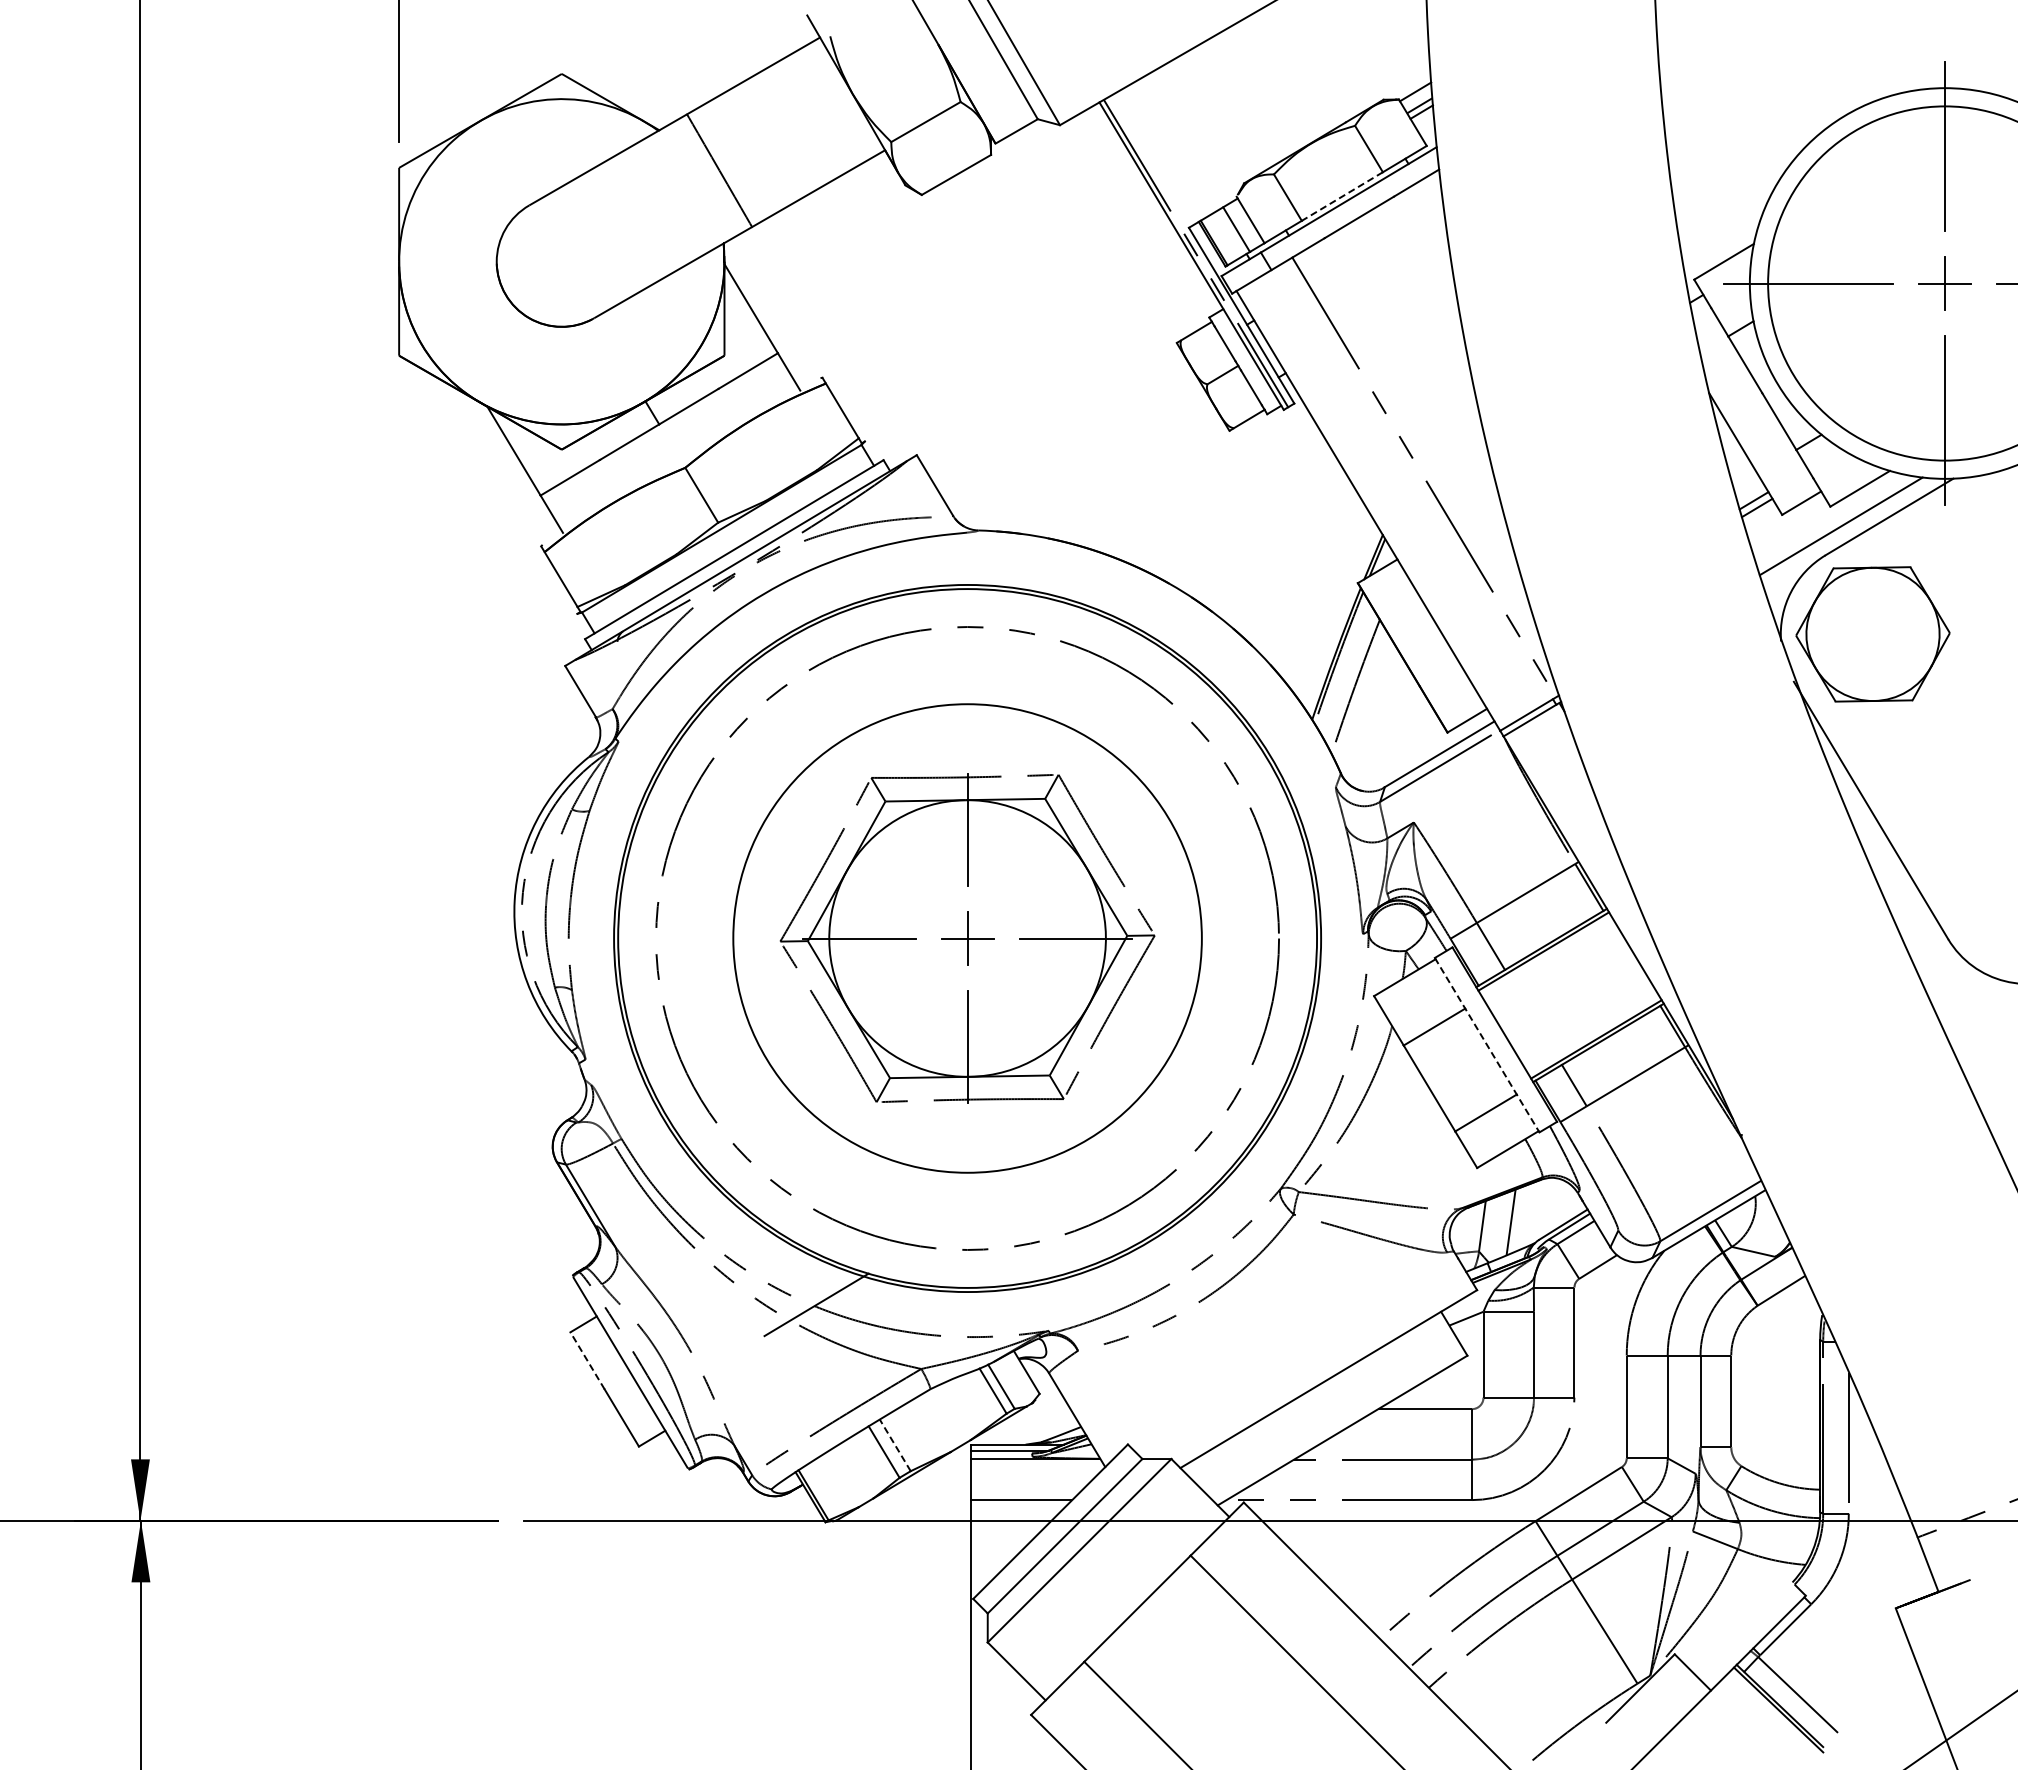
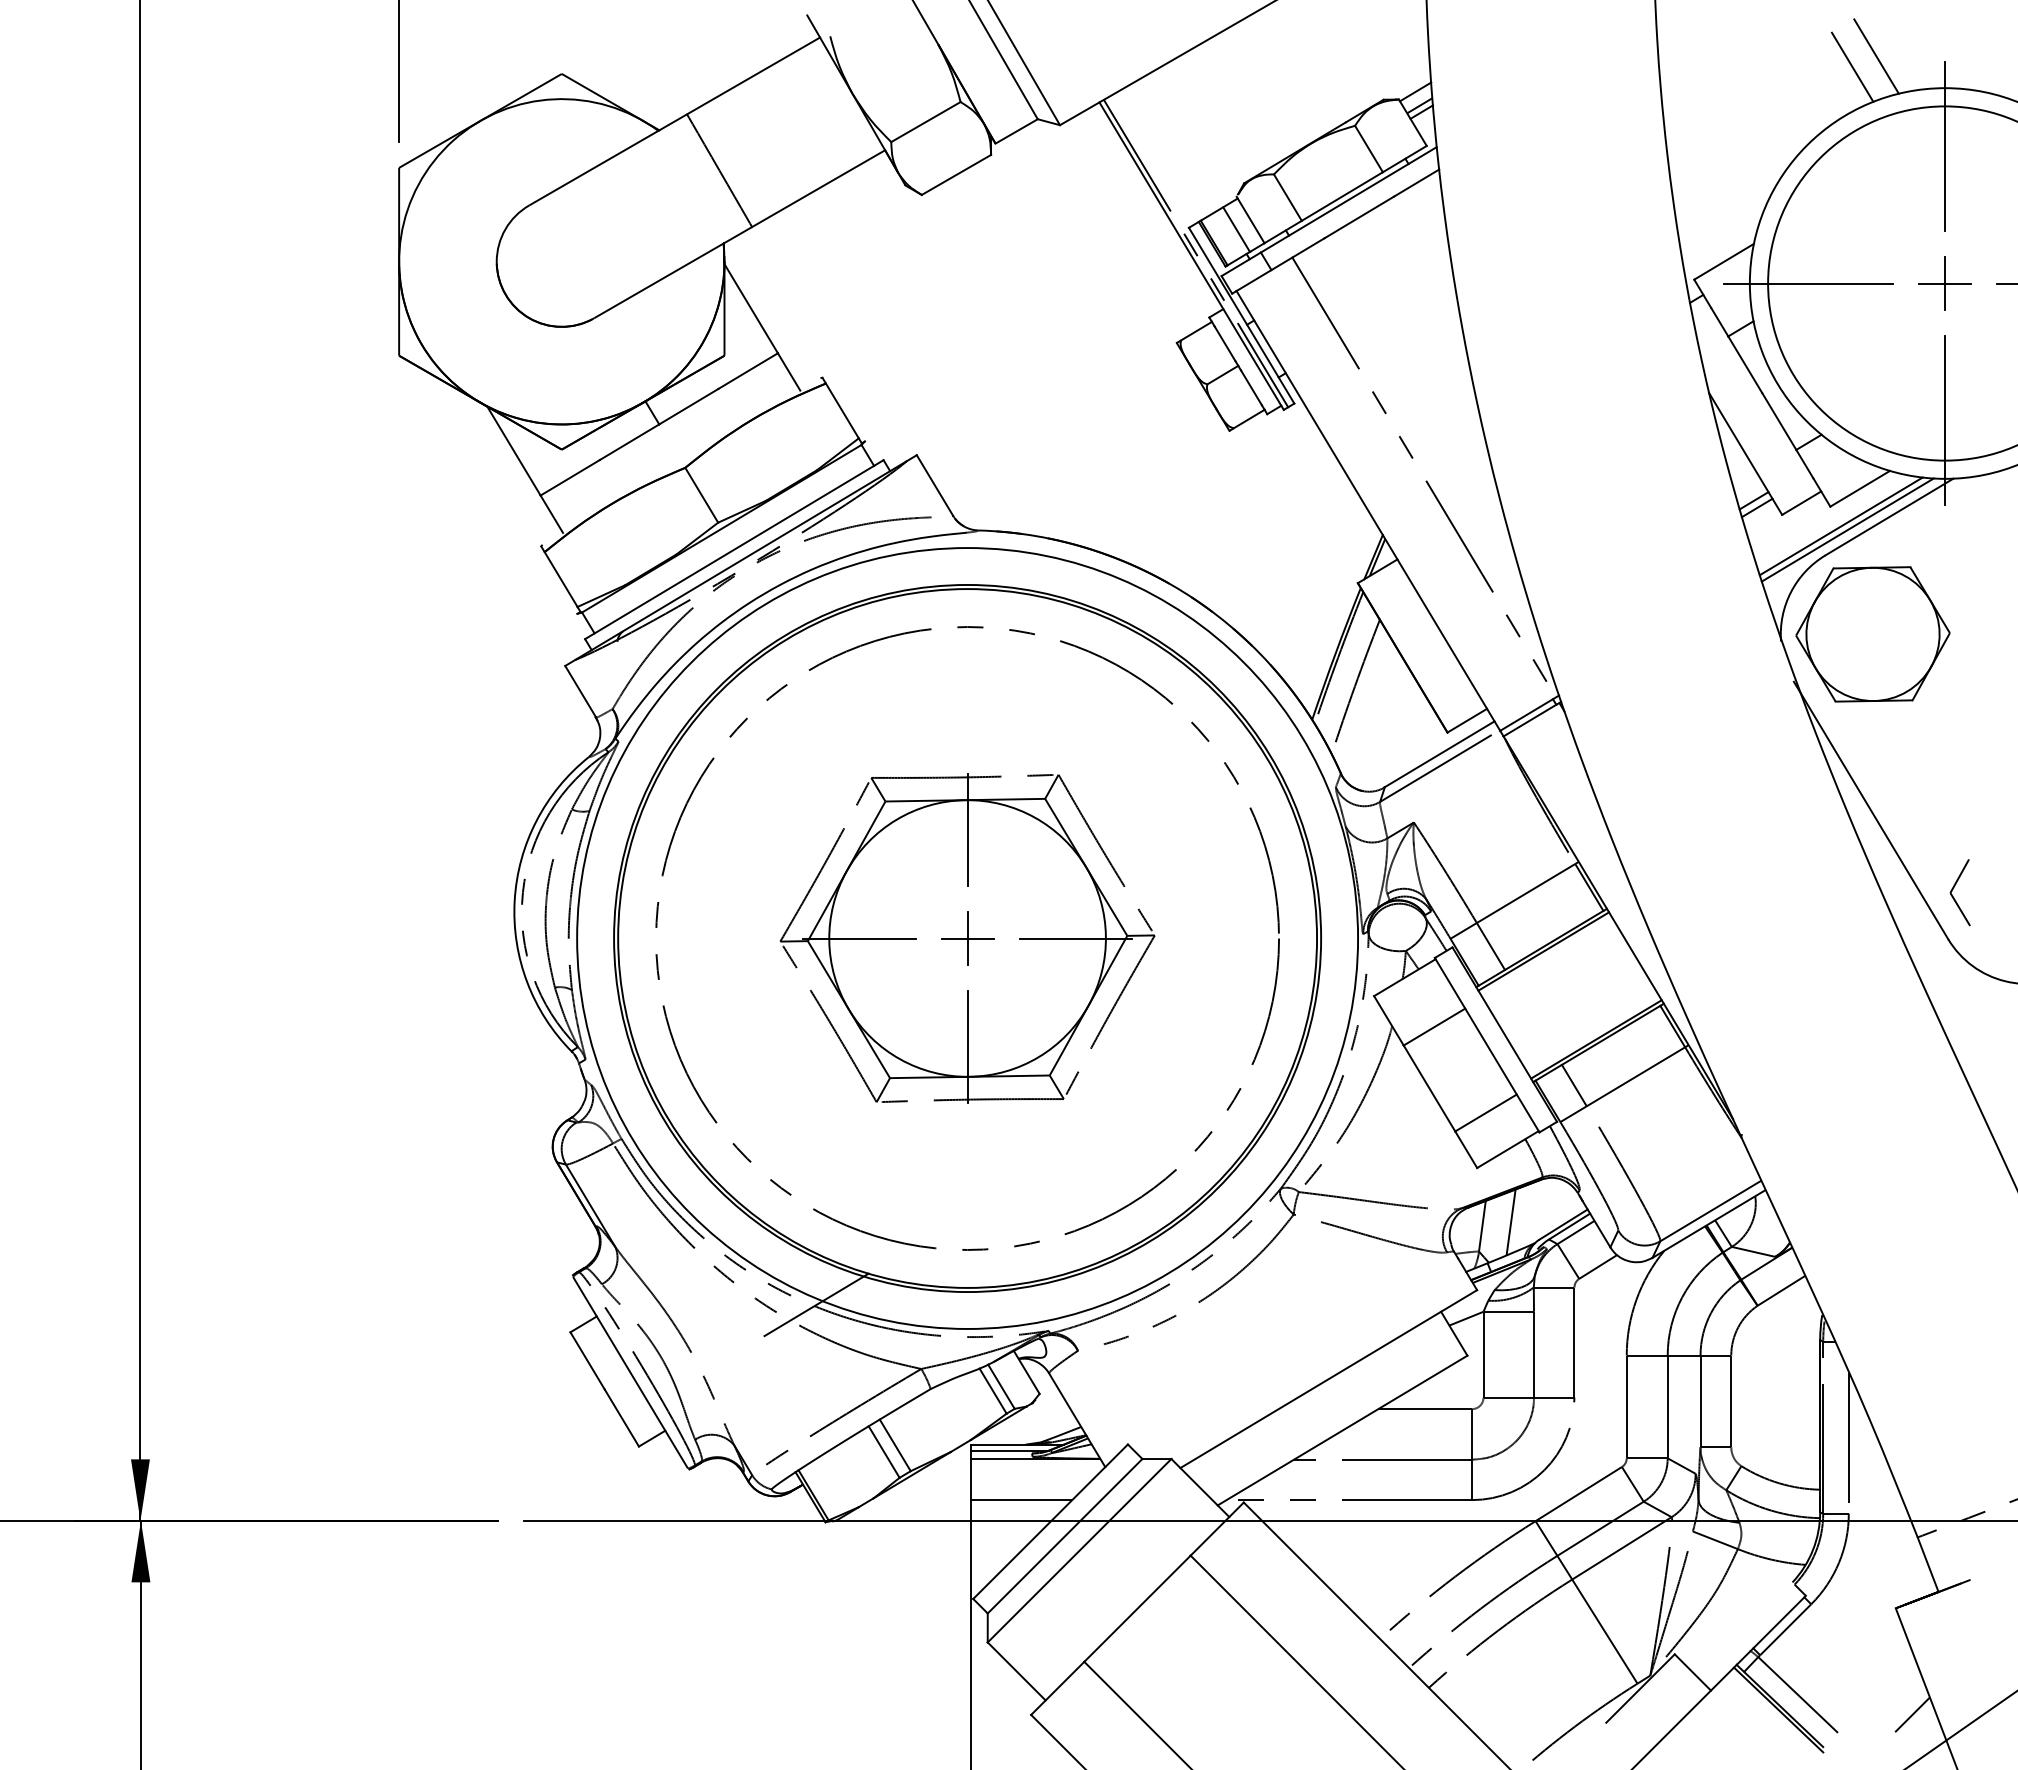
line at (1876, 56): none -> present
line at (1852, 66): none -> present
line at (1341, 196): dashed -> solid
line at (1847, 529): none -> present
part at (1953, 889): none -> present
circle at (967, 938) diameter: 469 px -> 781 px
line at (1487, 1045): dashed -> solid
line at (587, 1360): dashed -> solid
line at (895, 1444): dashed -> solid
line at (1912, 1714): none -> present
